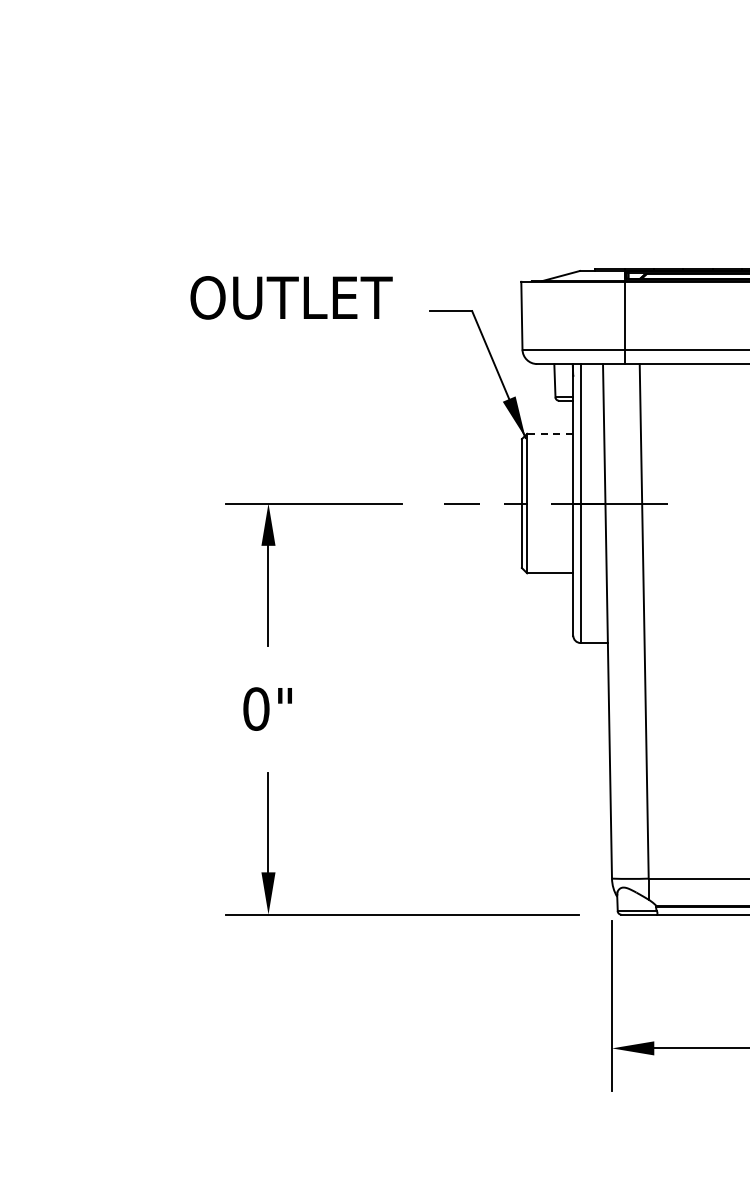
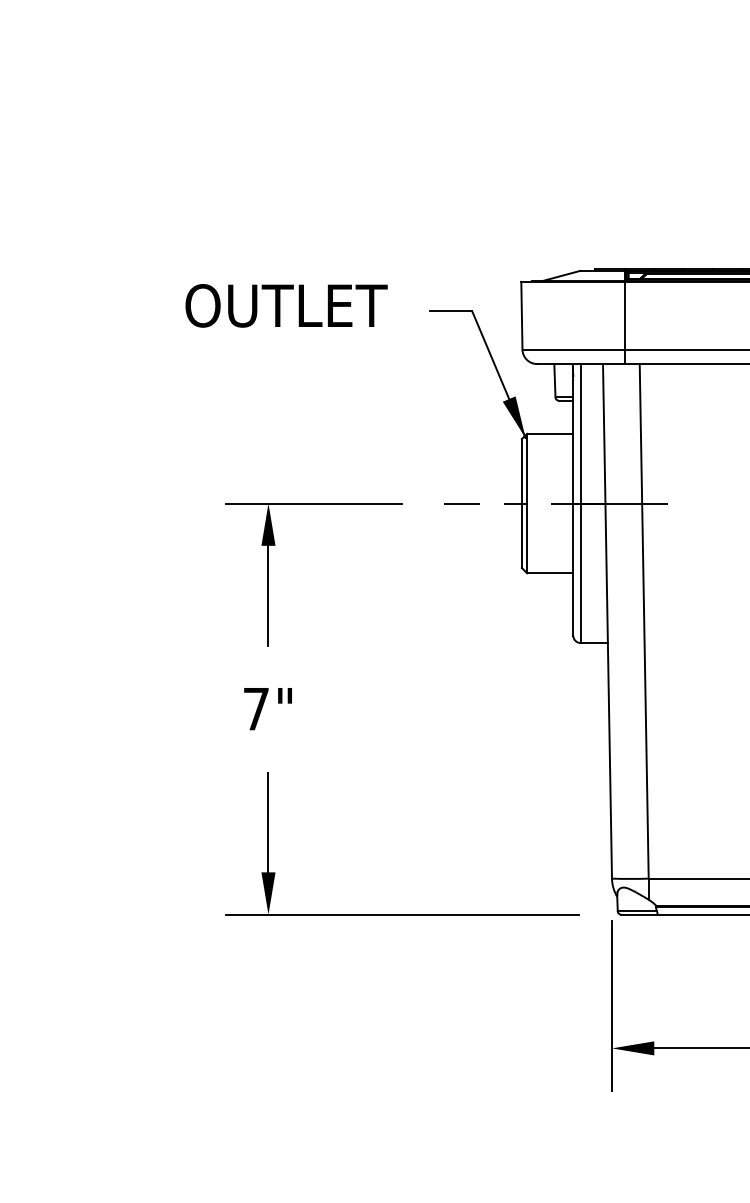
text at (291, 297) position: (291, 297) -> (286, 305)
line at (549, 433): dashed -> solid
text at (256, 708): 0" -> 7"
